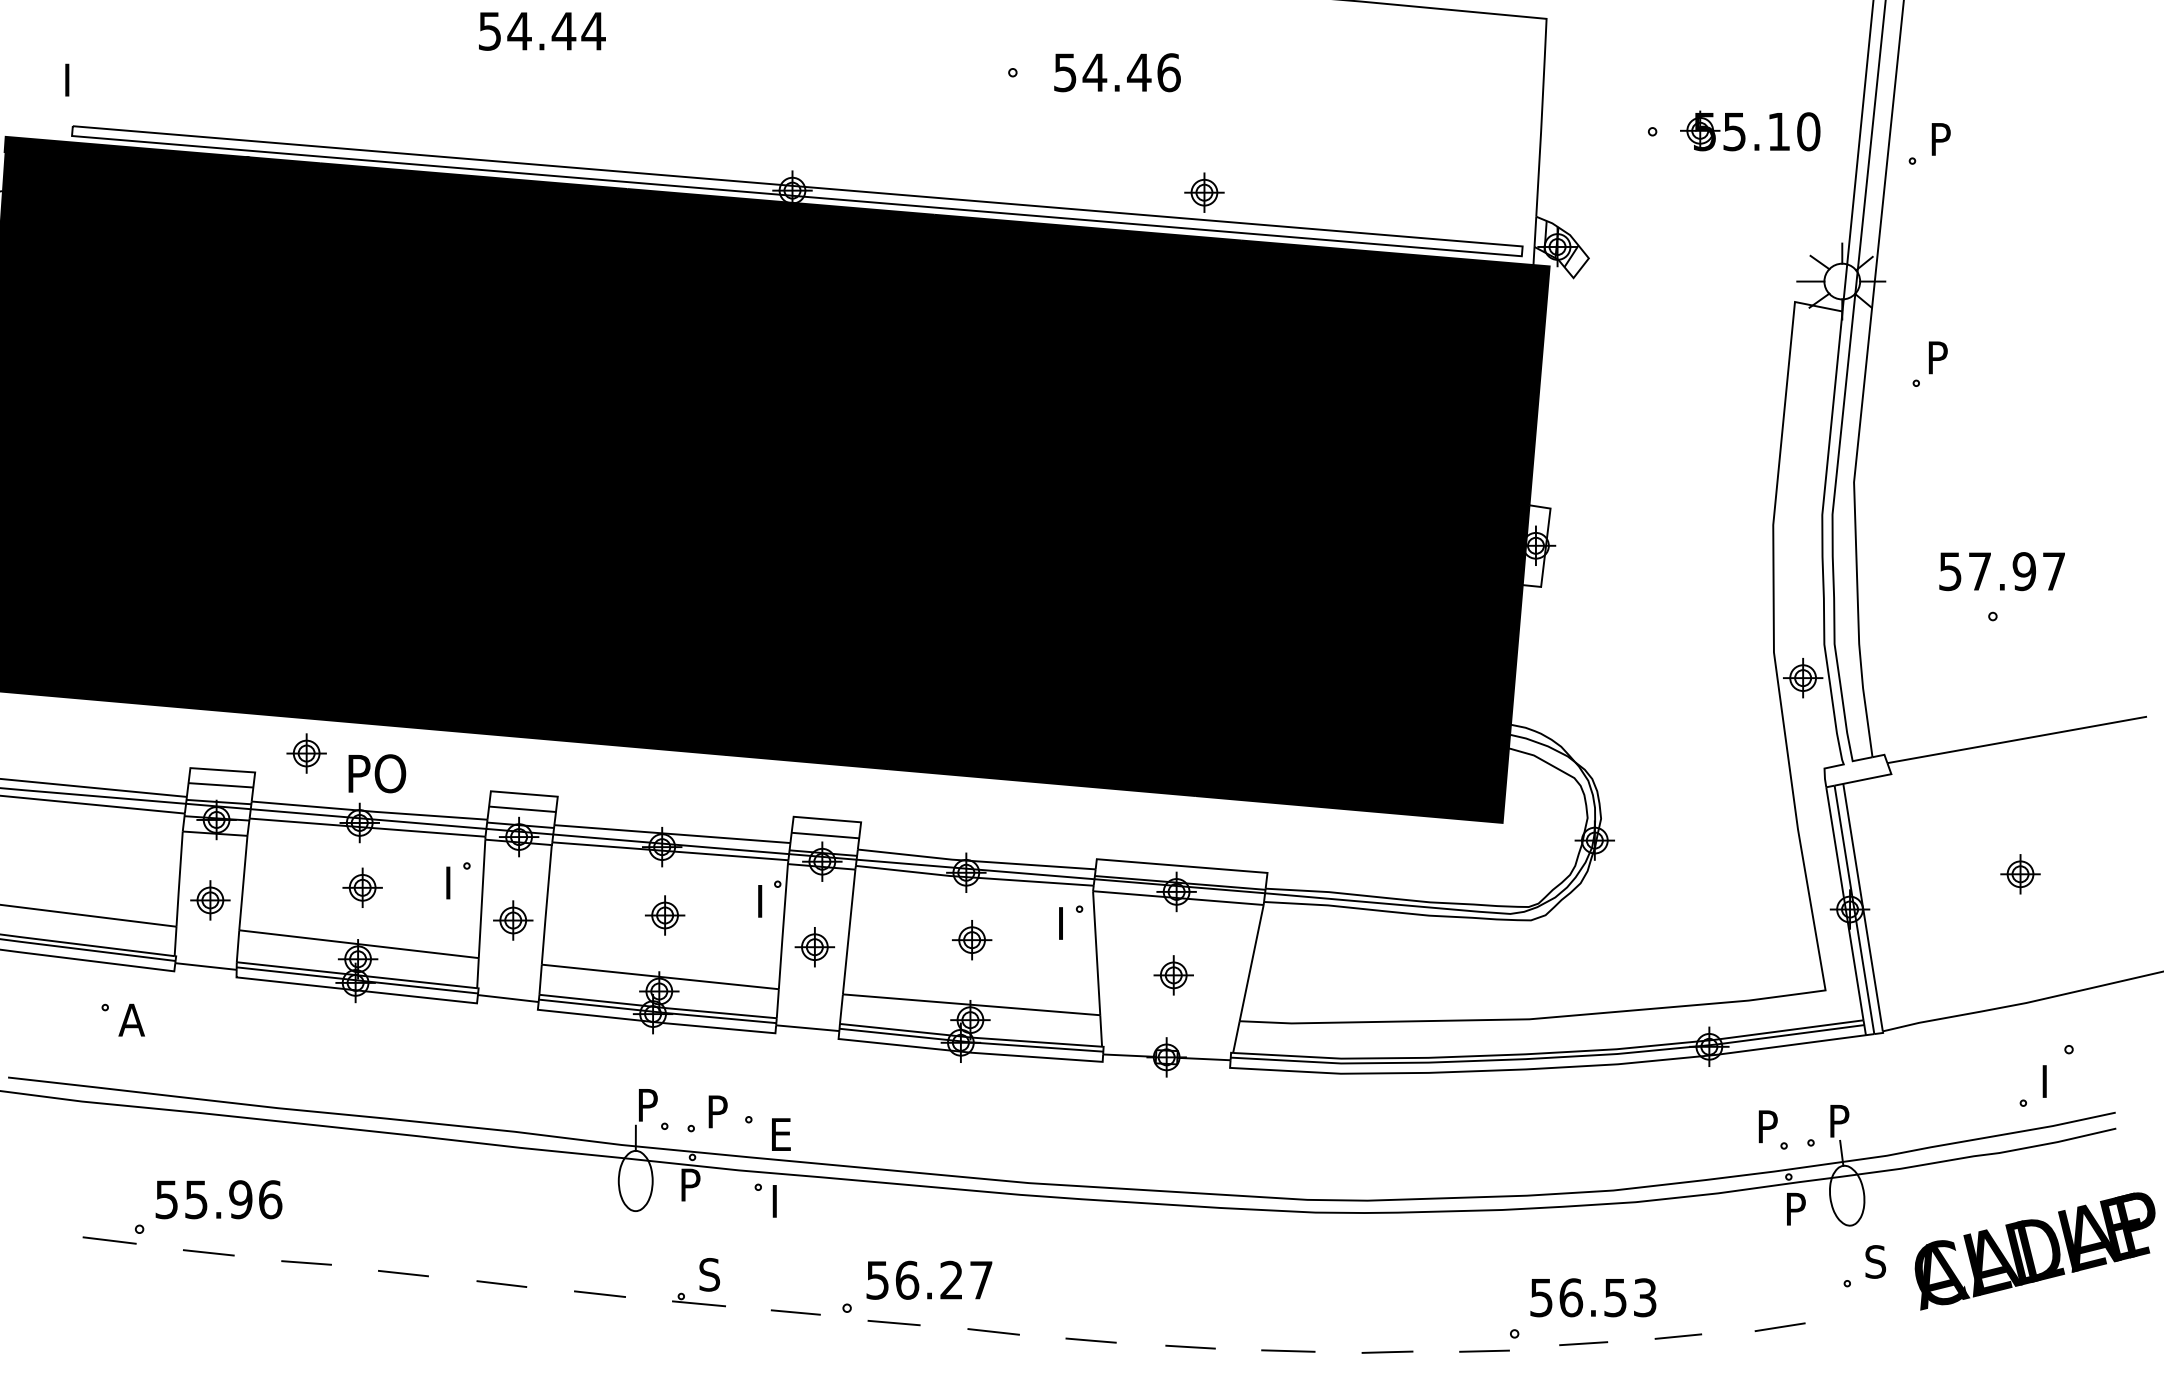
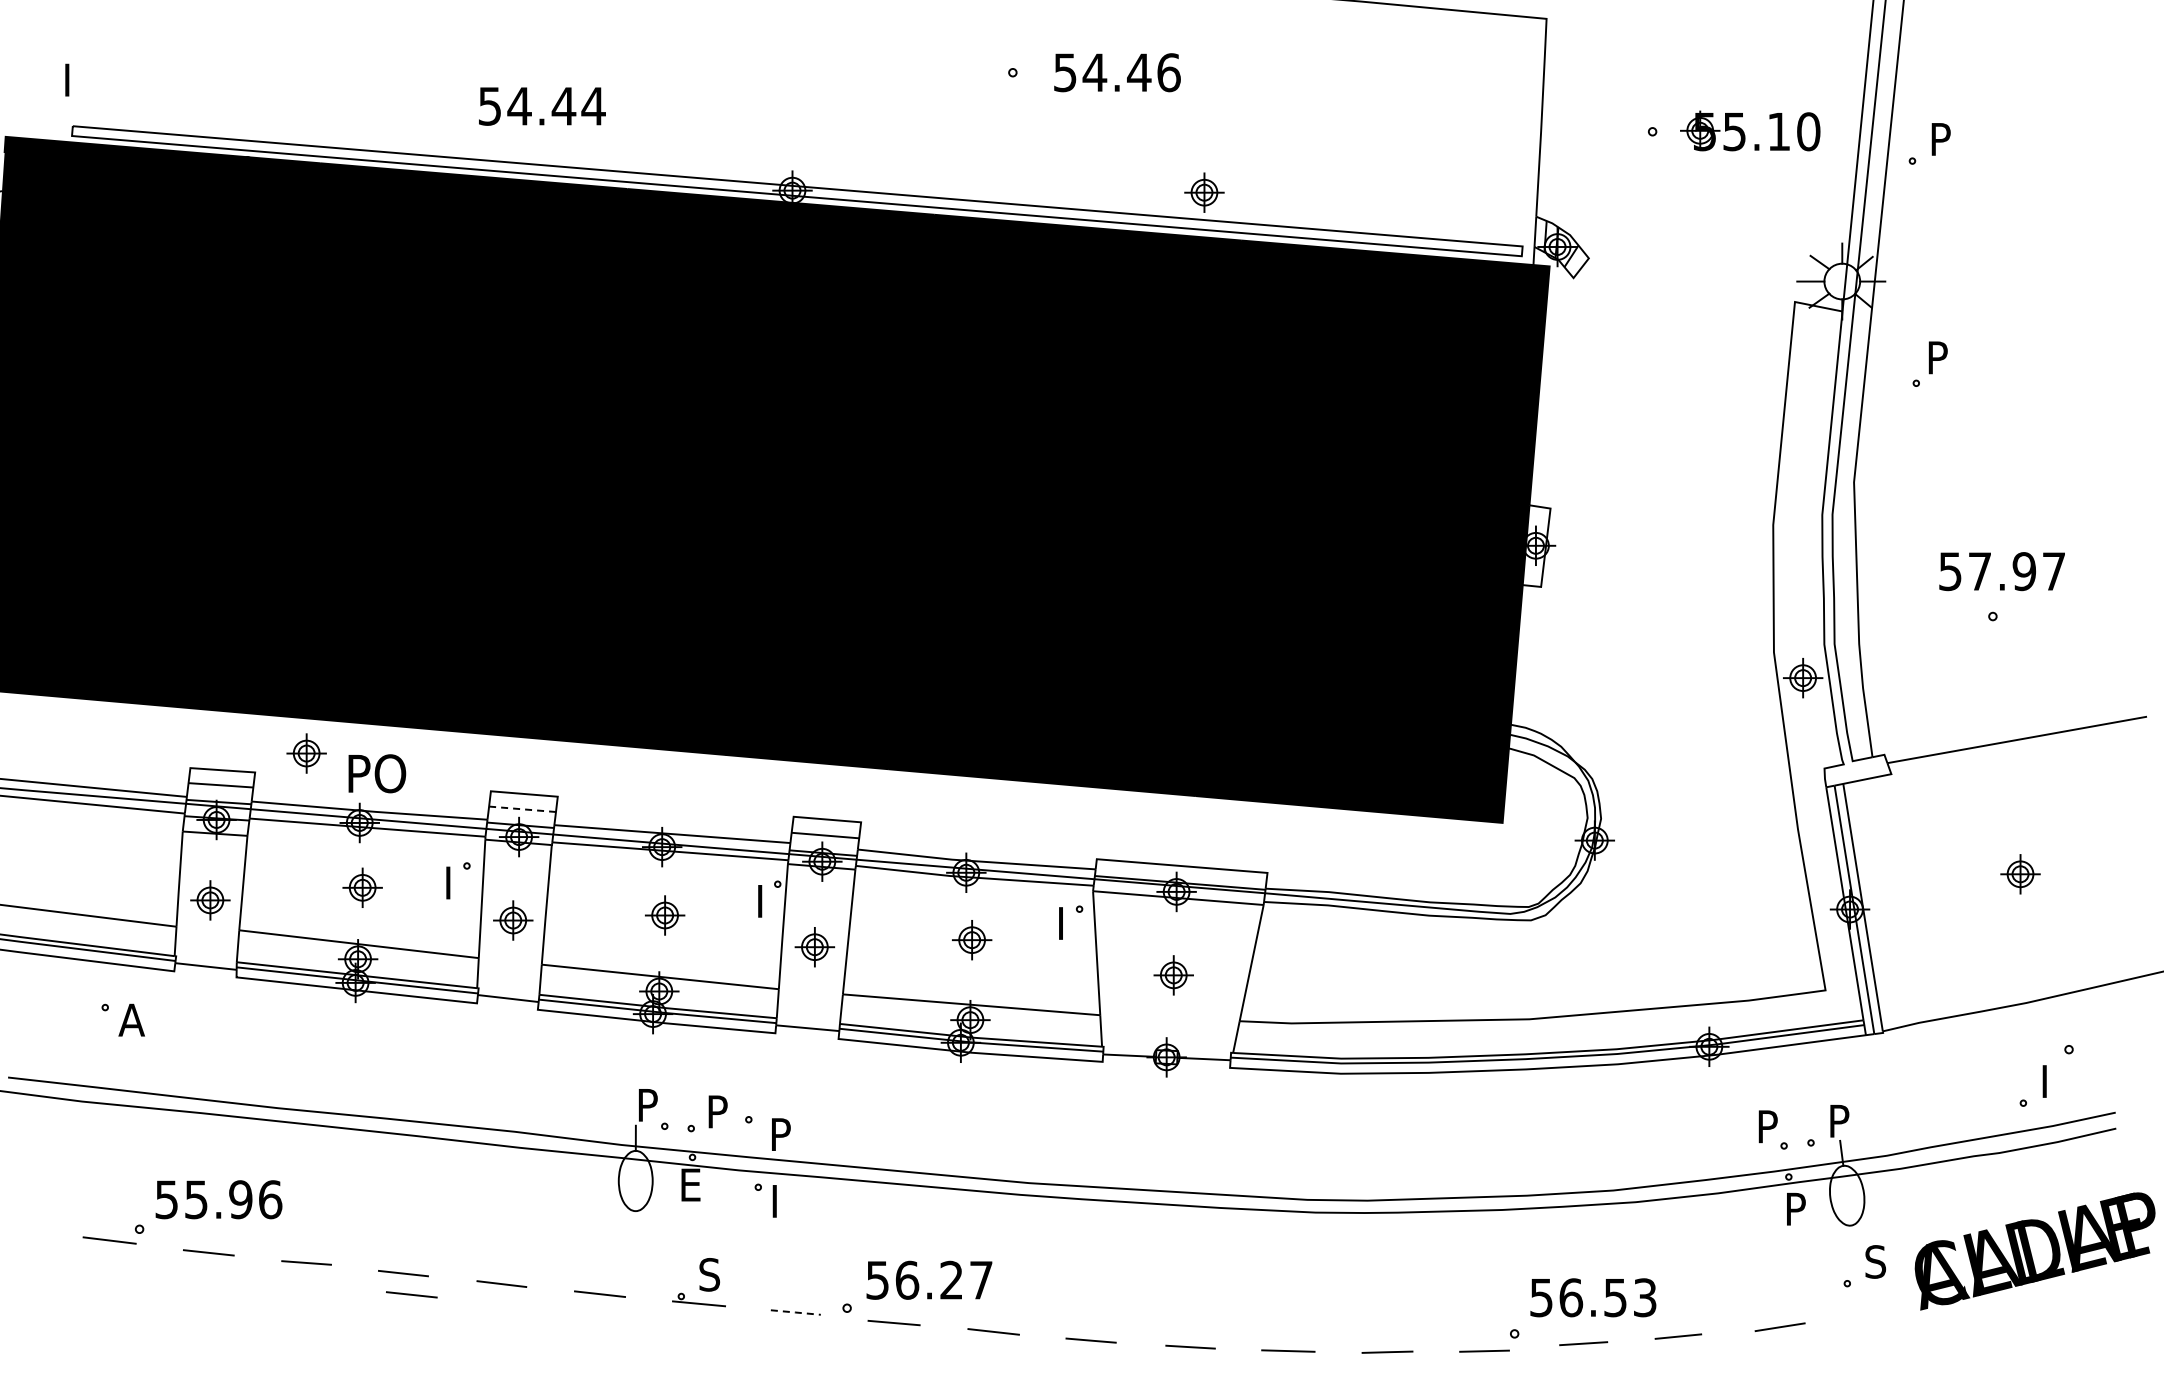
text at (542, 31) position: (542, 31) -> (542, 106)
line at (522, 809): solid -> dashed
text at (783, 1134): E -> P
text at (692, 1184): P -> E
line at (411, 1294): none -> present
line at (795, 1312): solid -> dashed
